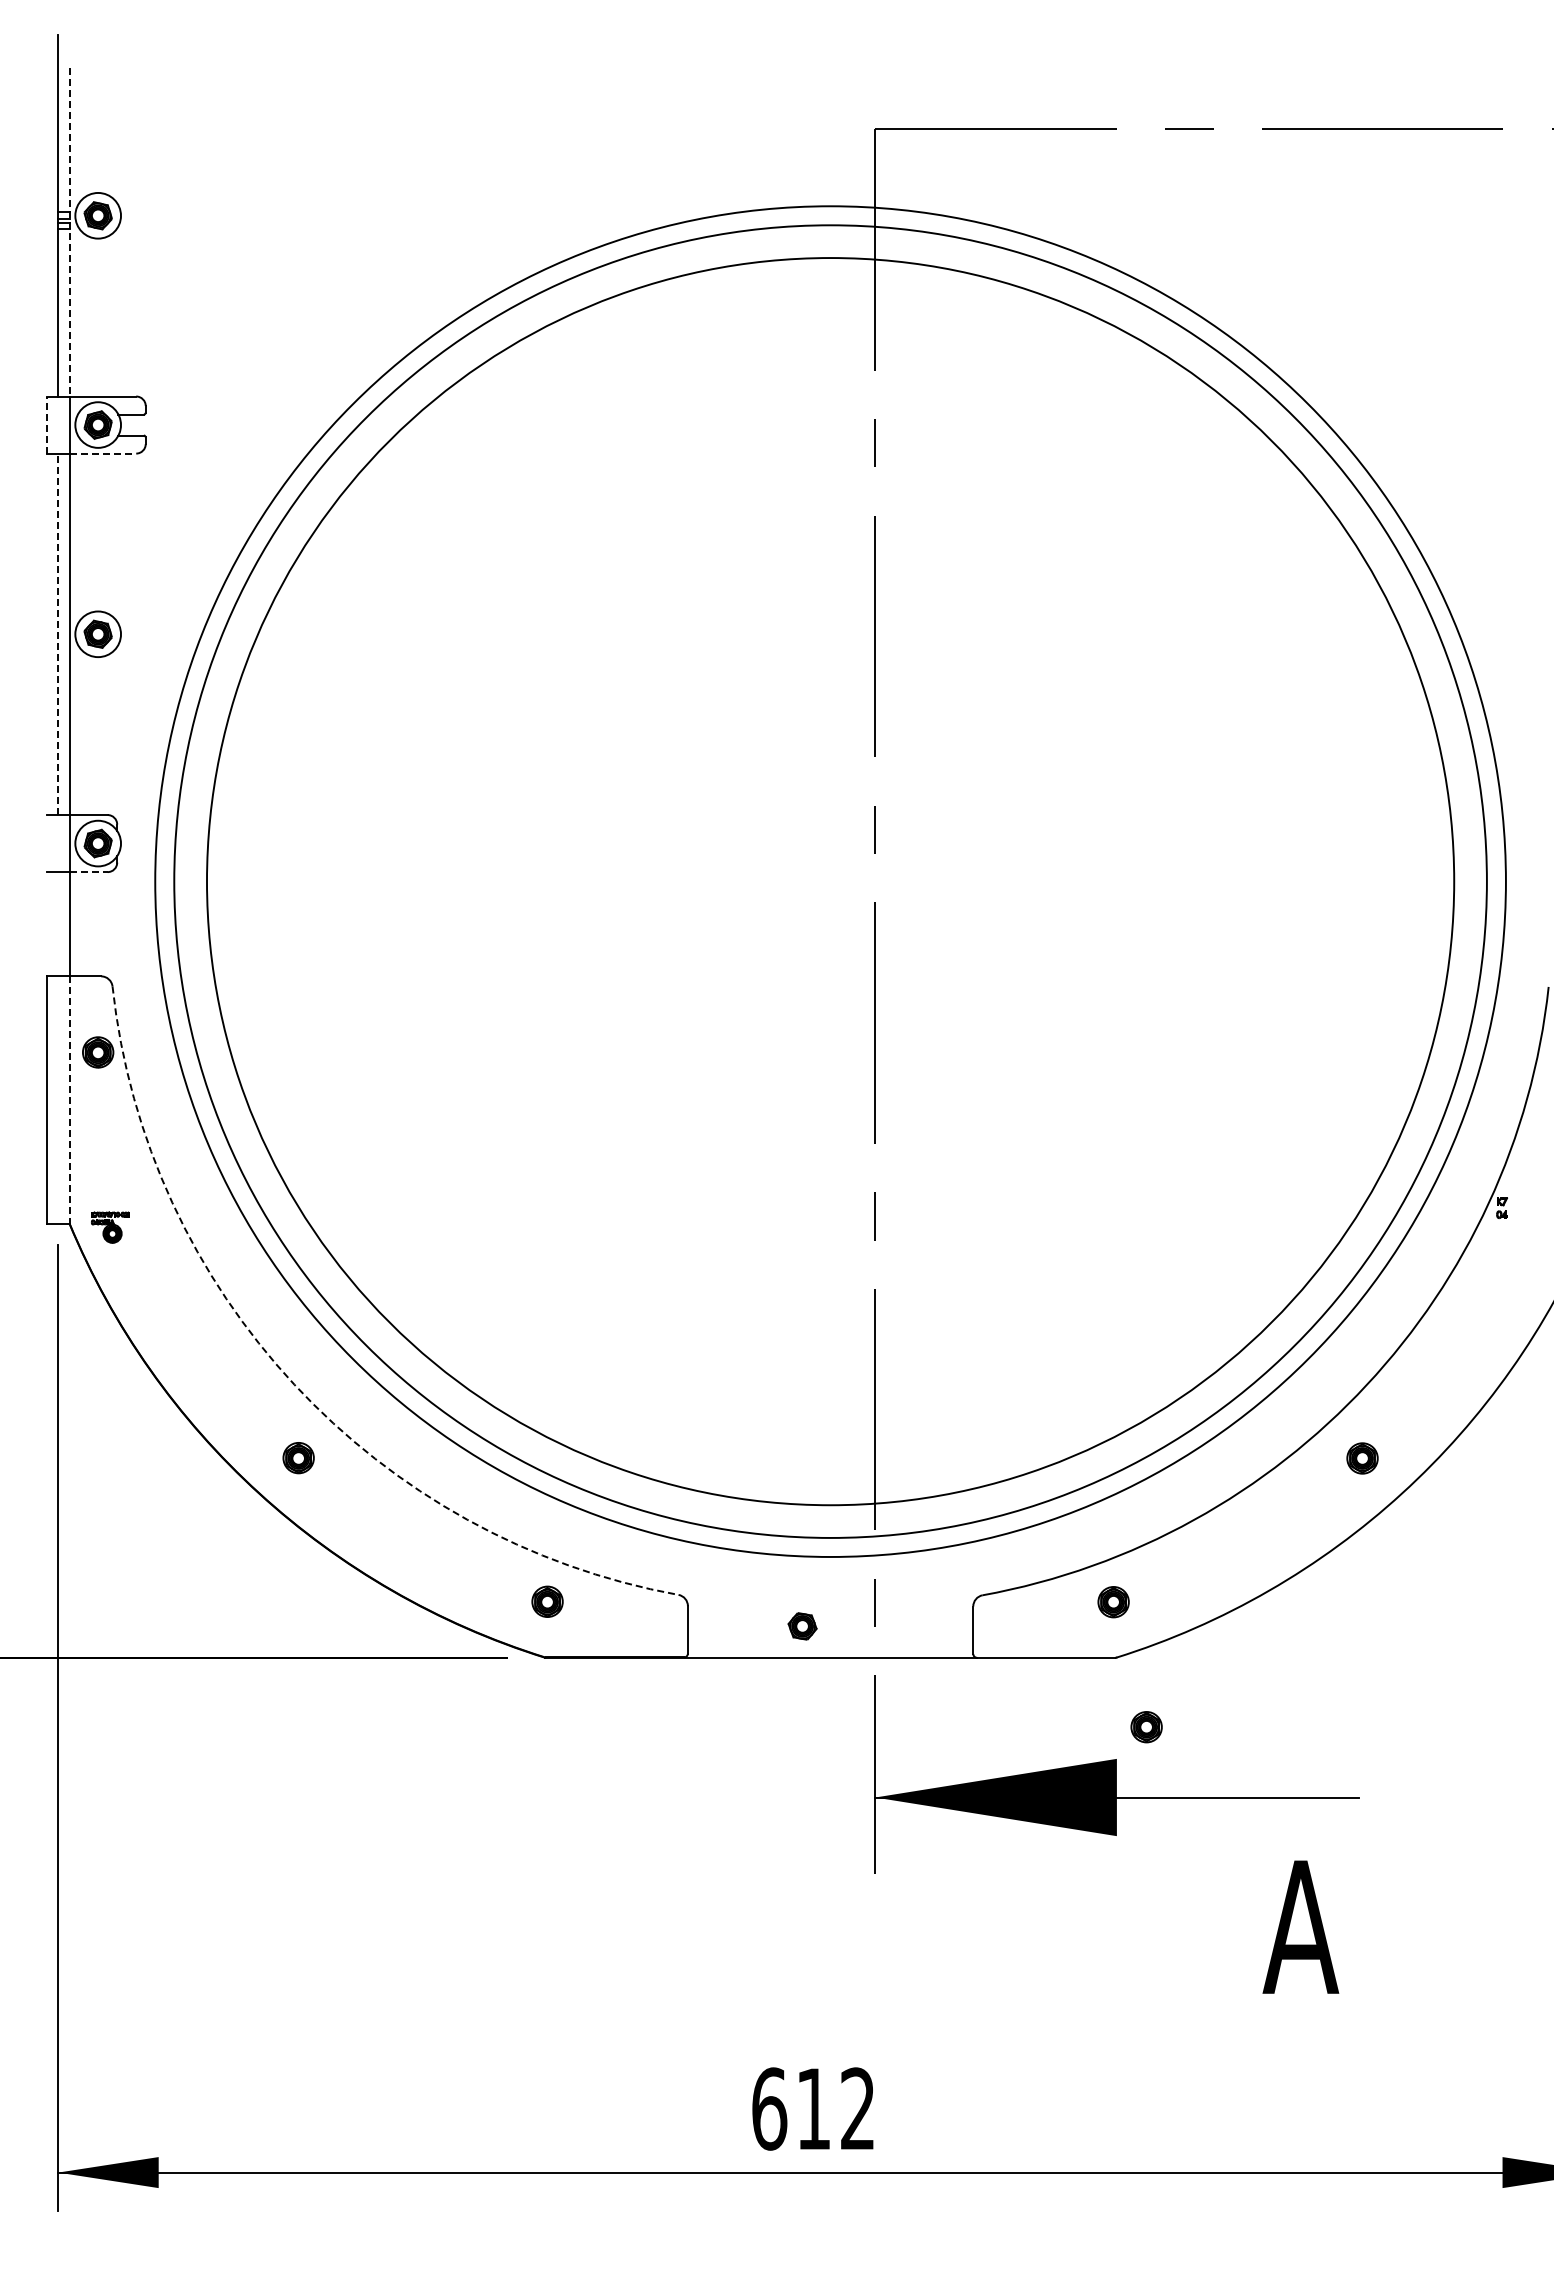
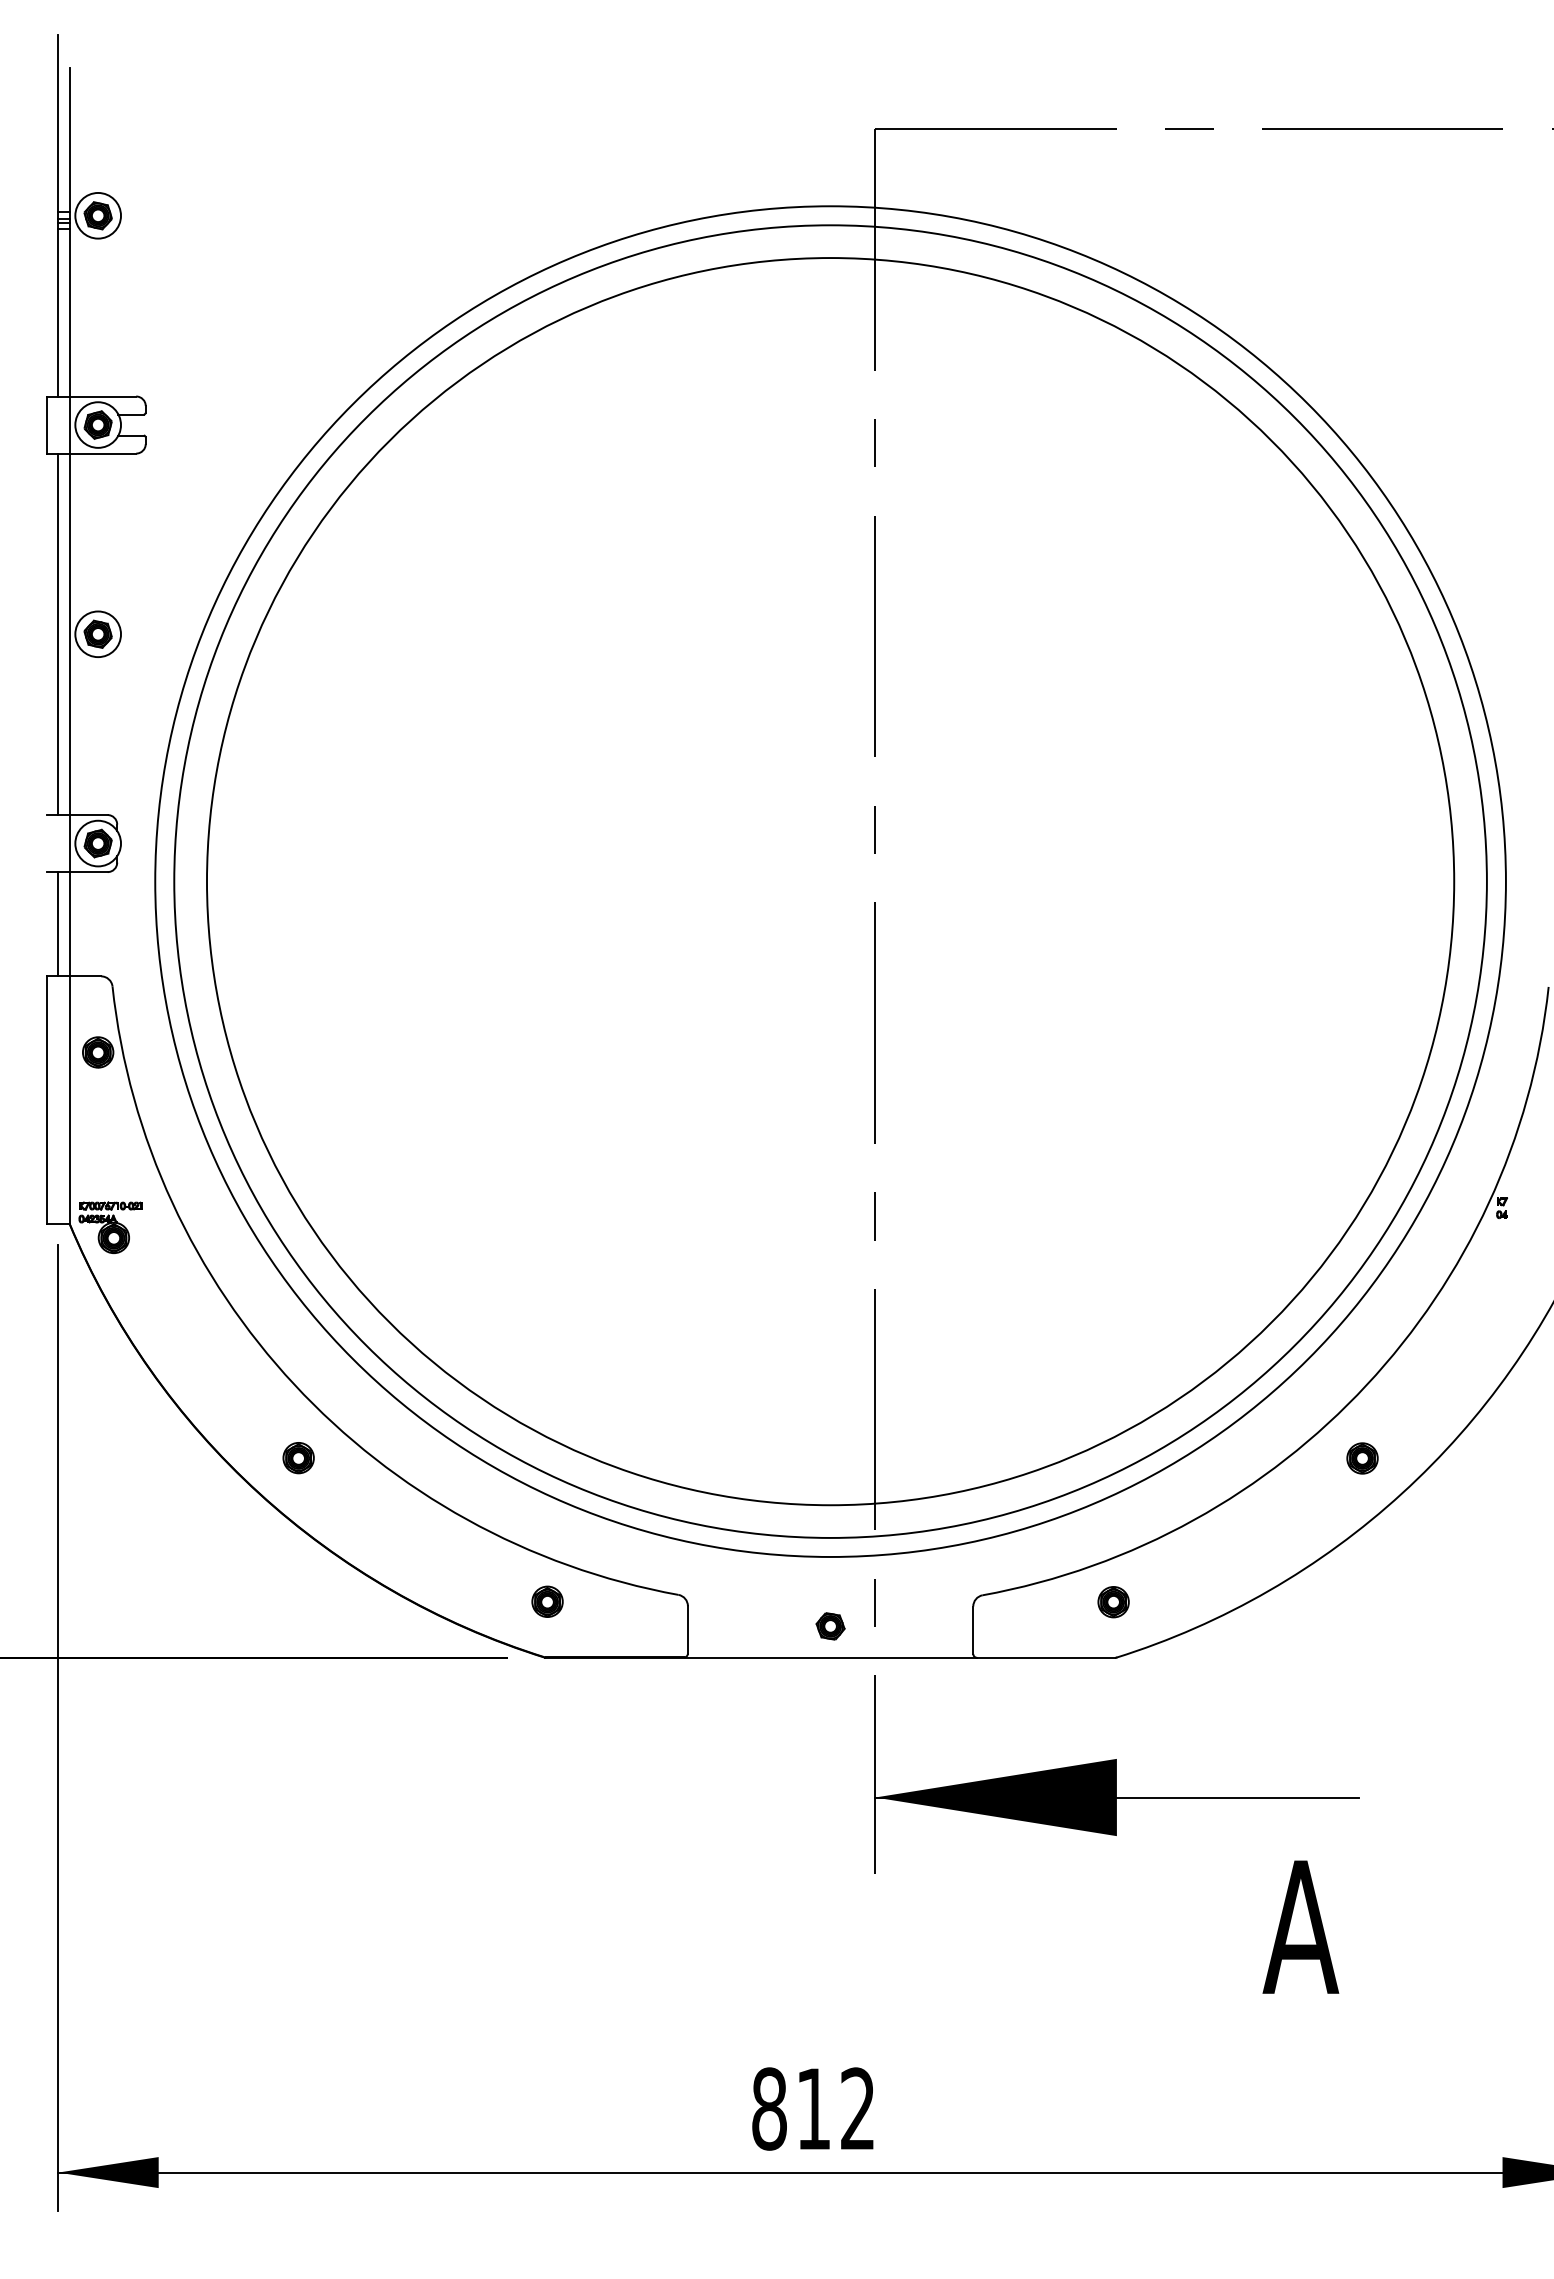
line at (69, 232): dashed -> solid
line at (46, 425): dashed -> solid
line at (103, 453): dashed -> solid
line at (58, 634): dashed -> solid
line at (89, 872): dashed -> solid
line at (58, 924): none -> present
line at (69, 1100): dashed -> solid
part at (110, 1227) size: 39x33 px -> 65x53 px
arc at (294, 1384): dashed -> solid
part at (802, 1626) position: (802, 1626) -> (830, 1626)
part at (1146, 1727): present -> none
text at (769, 2108): 612 -> 812
